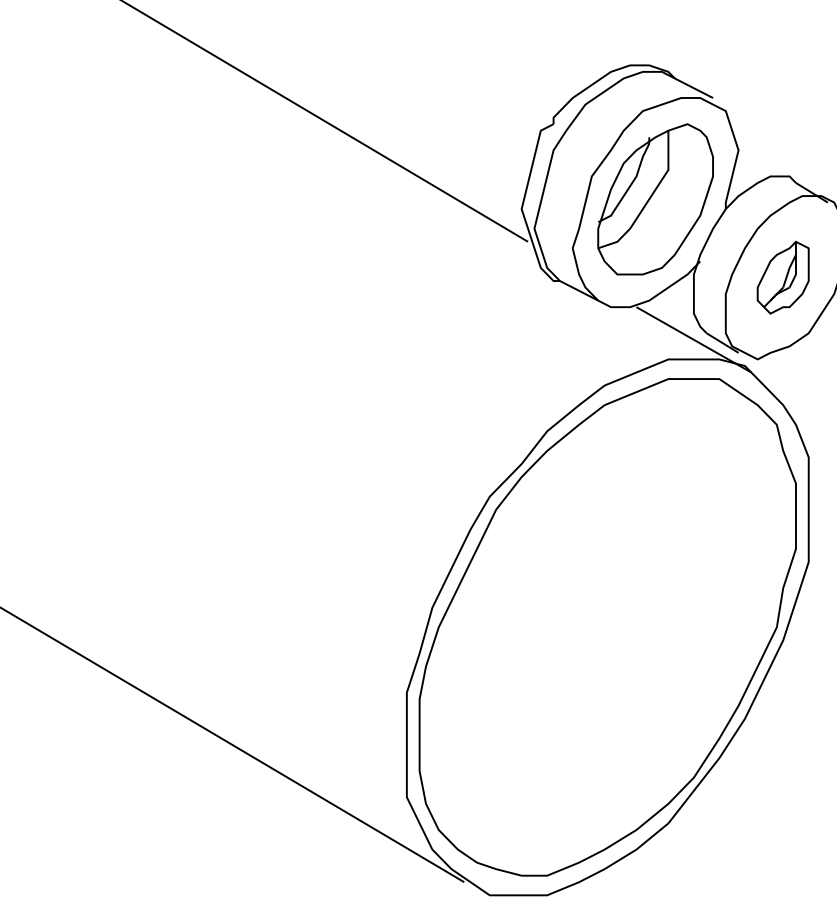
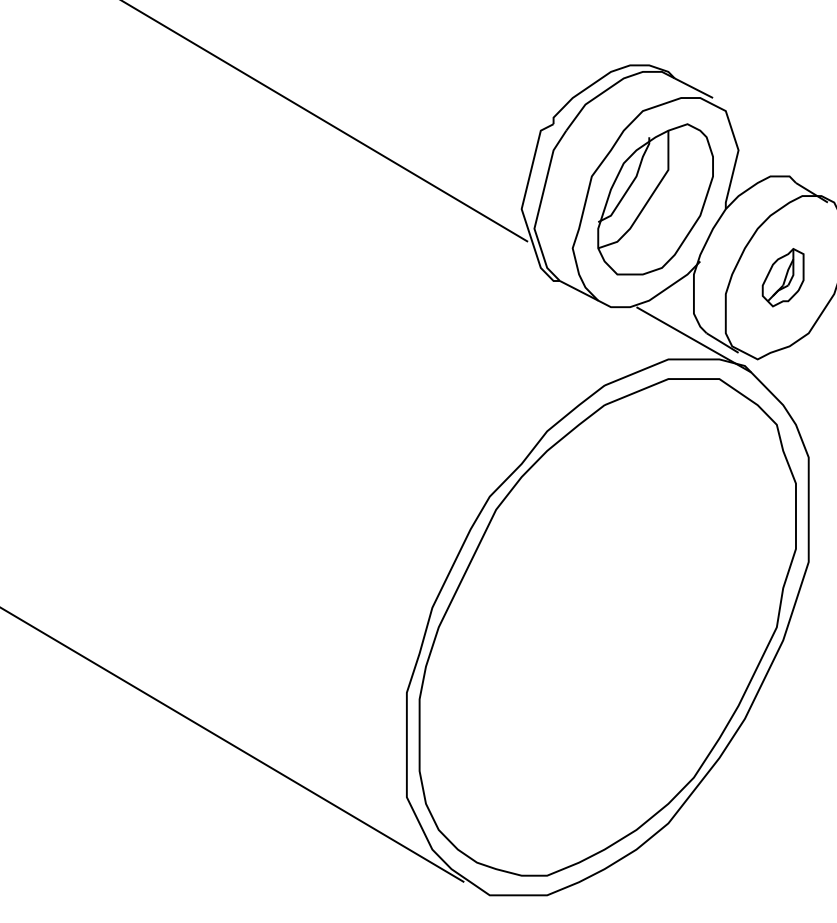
part at (782, 277) size: 54x75 px -> 44x60 px
